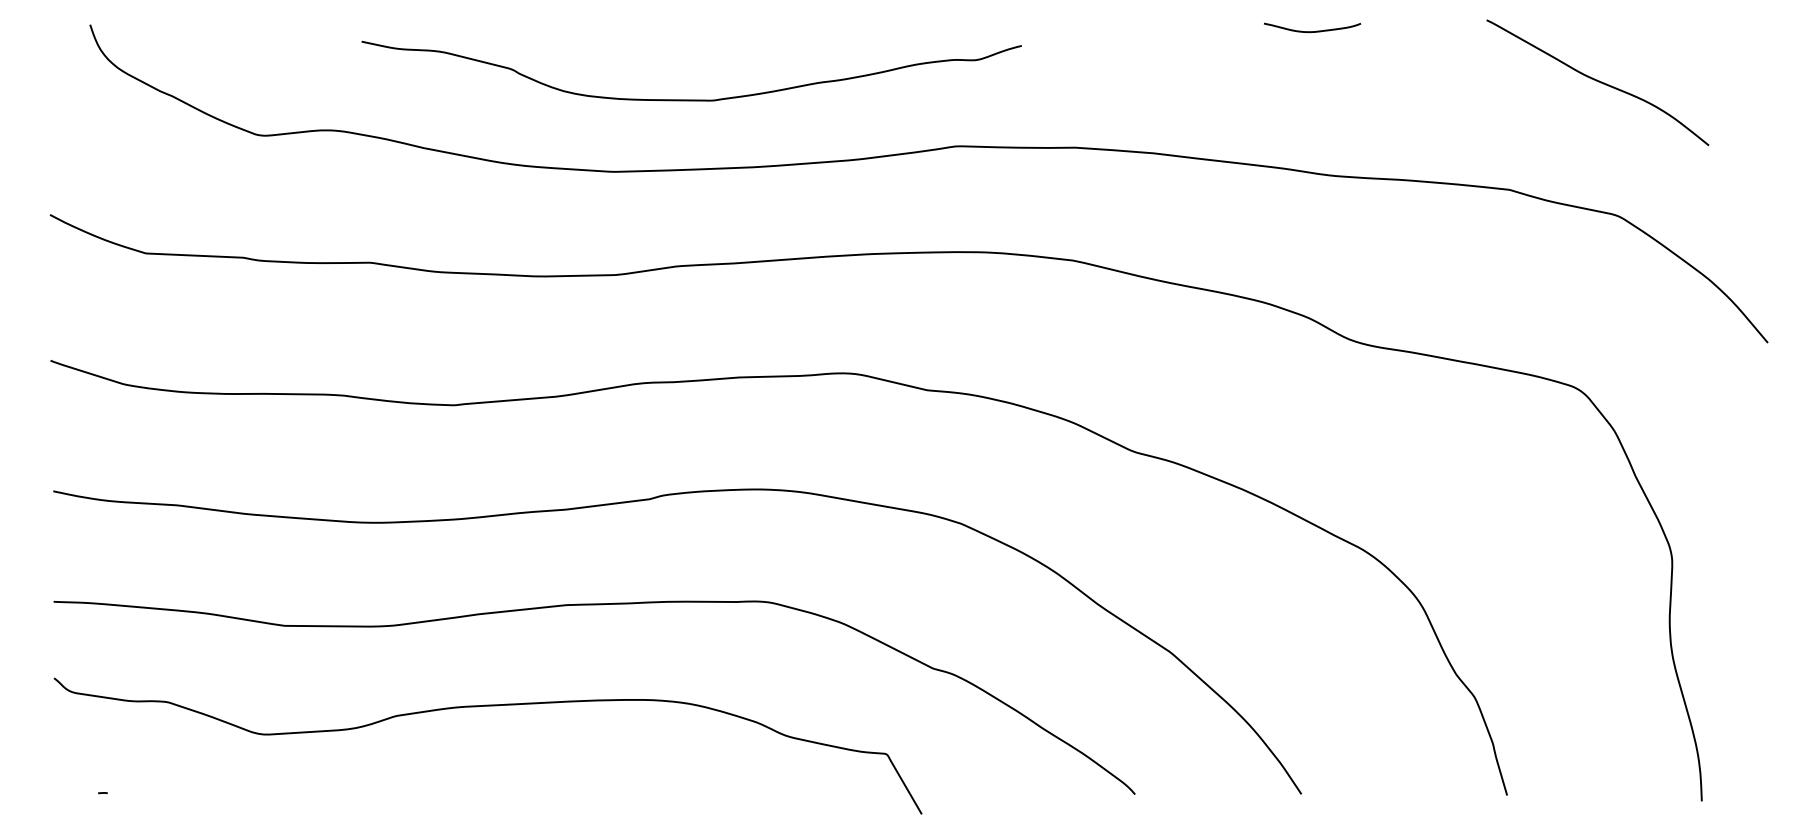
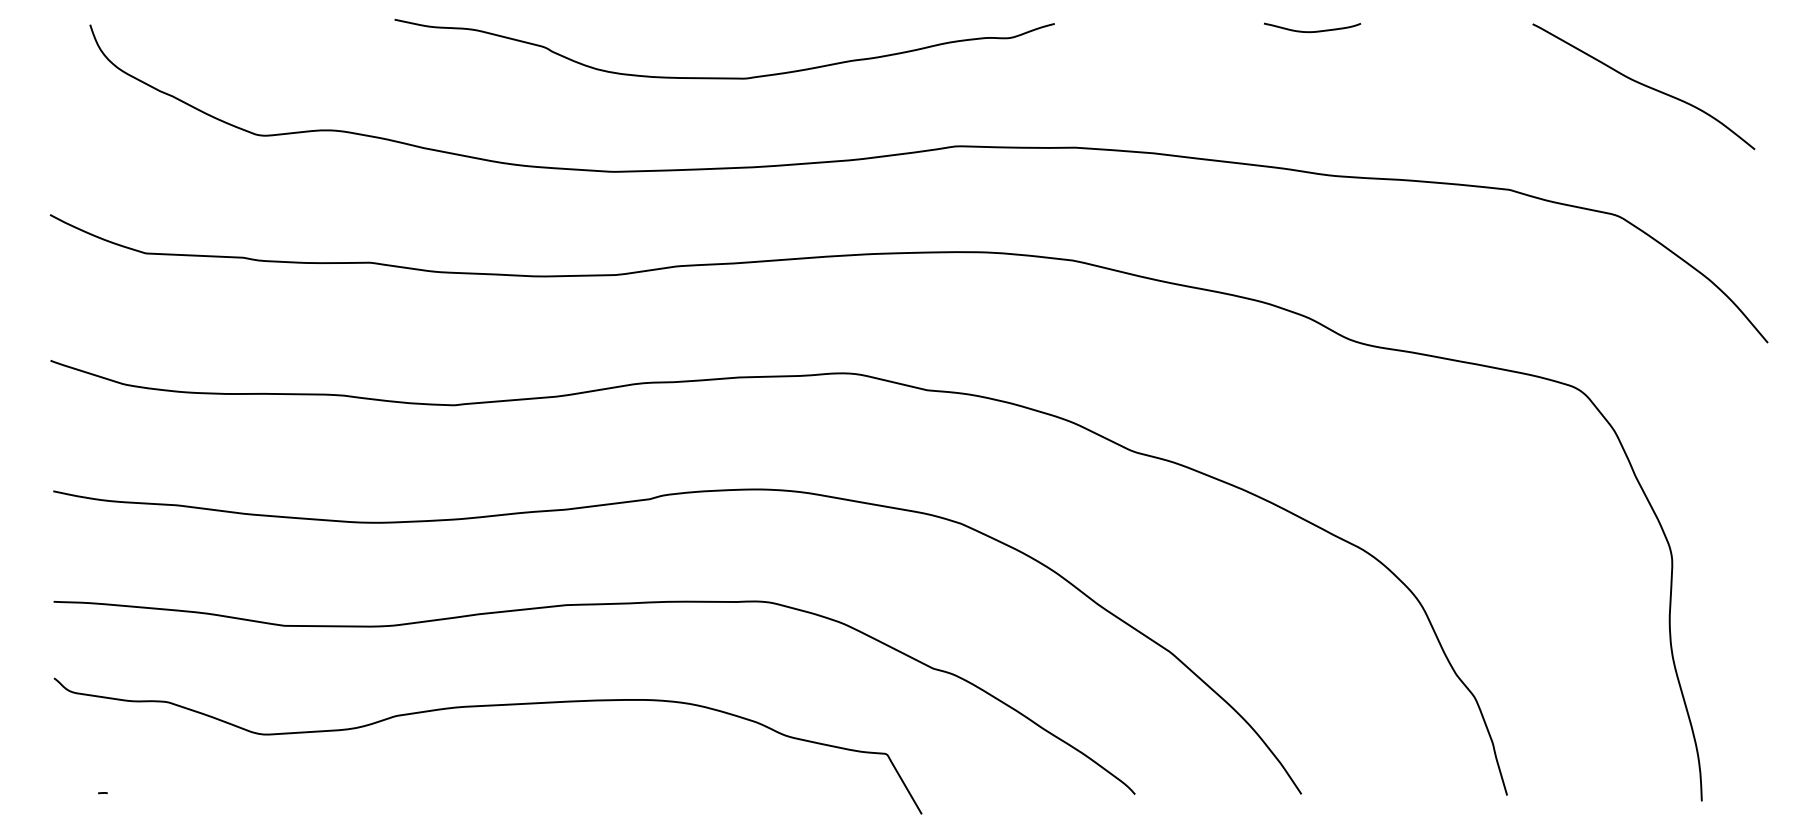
curve at (1597, 81) position: (1597, 81) -> (1643, 85)
curve at (691, 99) position: (691, 99) -> (724, 77)
